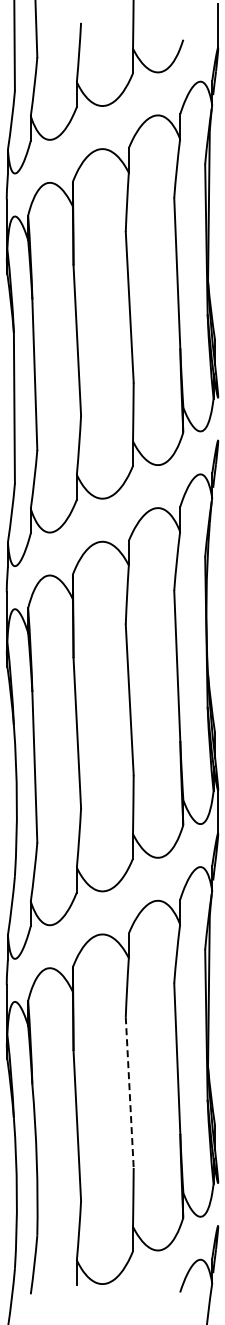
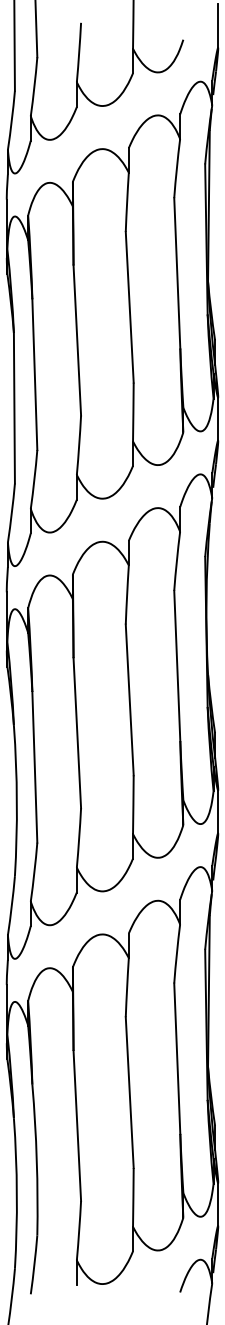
line at (218, 418): none -> present
line at (129, 1093): dashed -> solid
line at (218, 1204): none -> present
